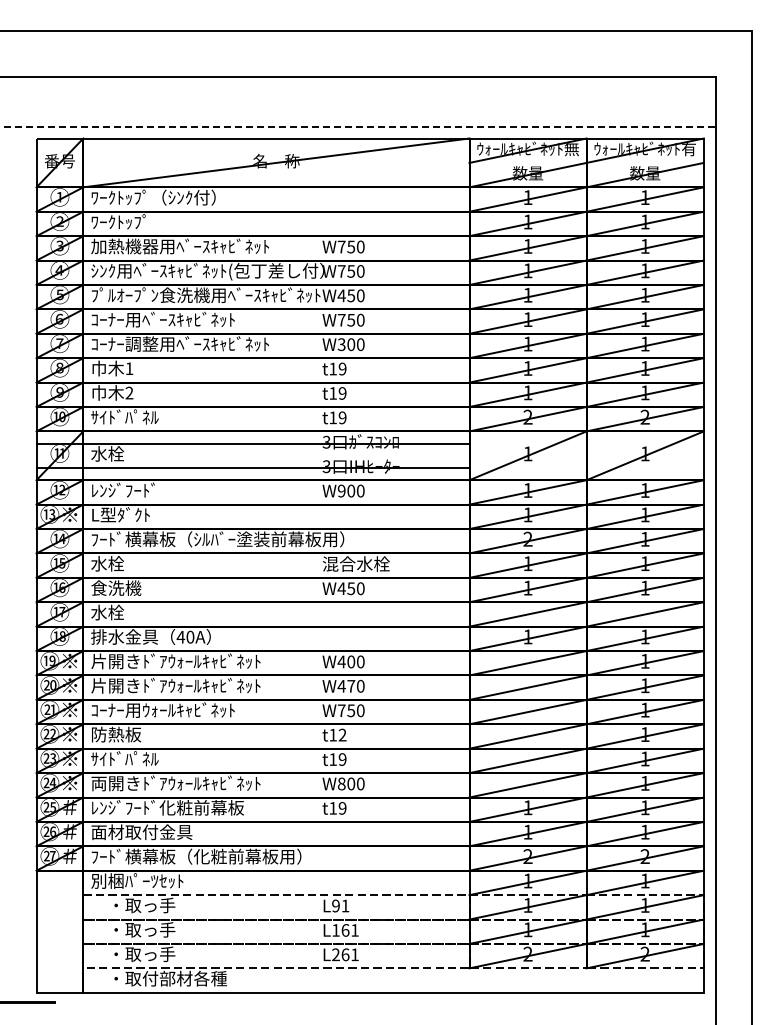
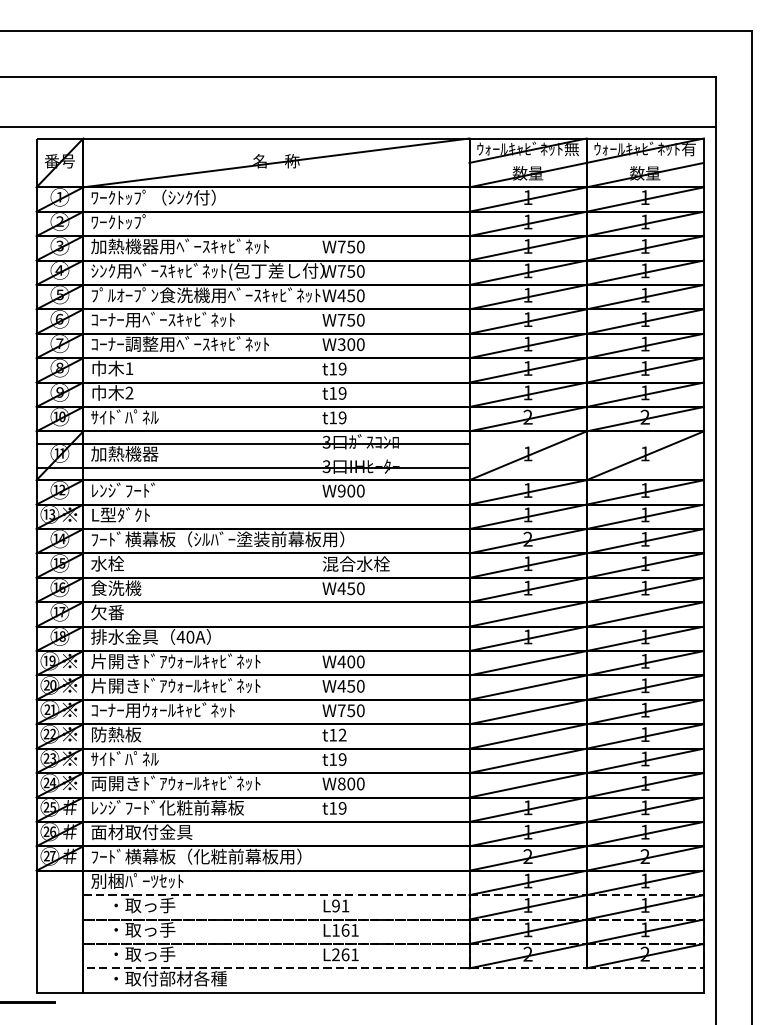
line at (358, 127): dashed -> solid
text at (124, 453): 水栓 -> 加熱機器
text at (107, 612): 水栓 -> 欠番
text at (351, 686): W470 -> W450
